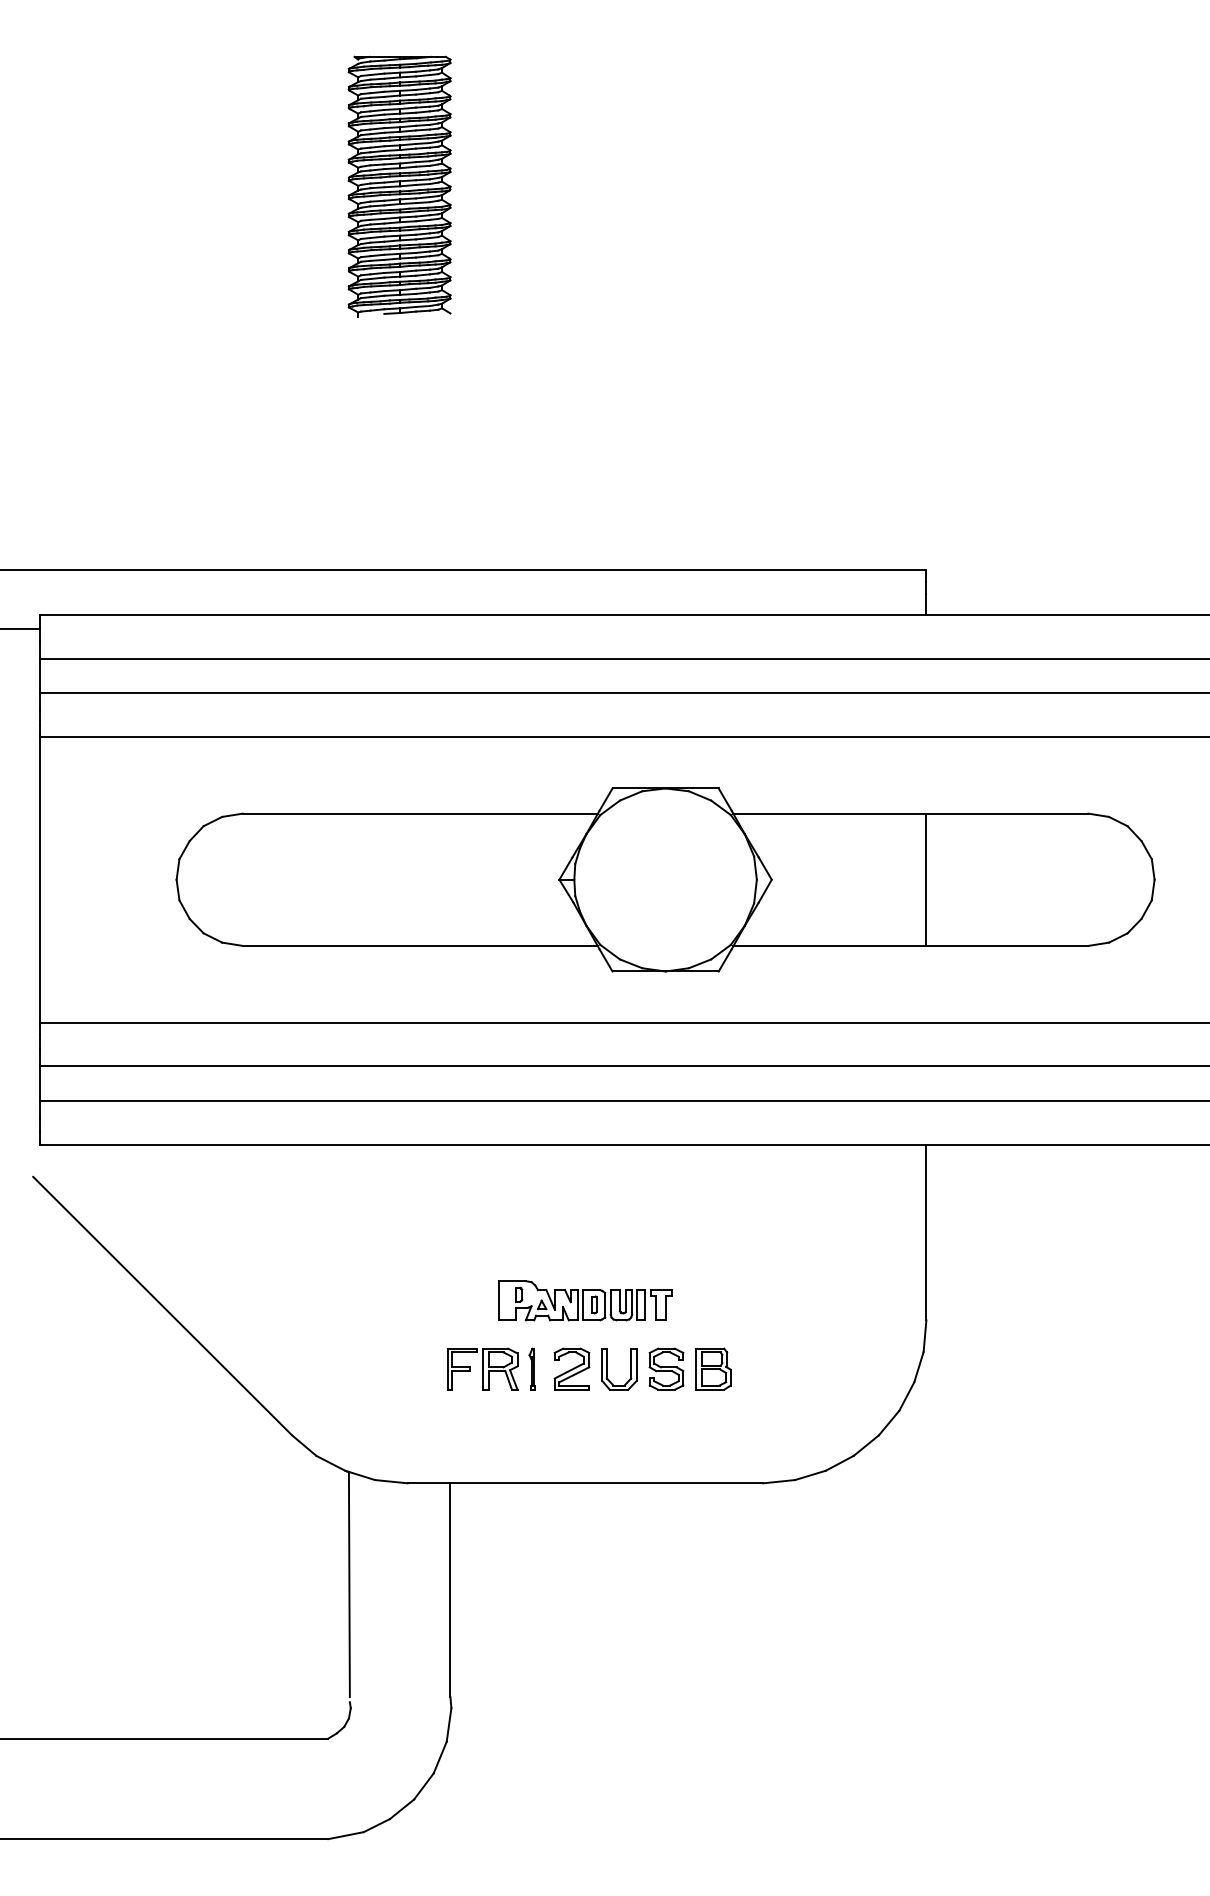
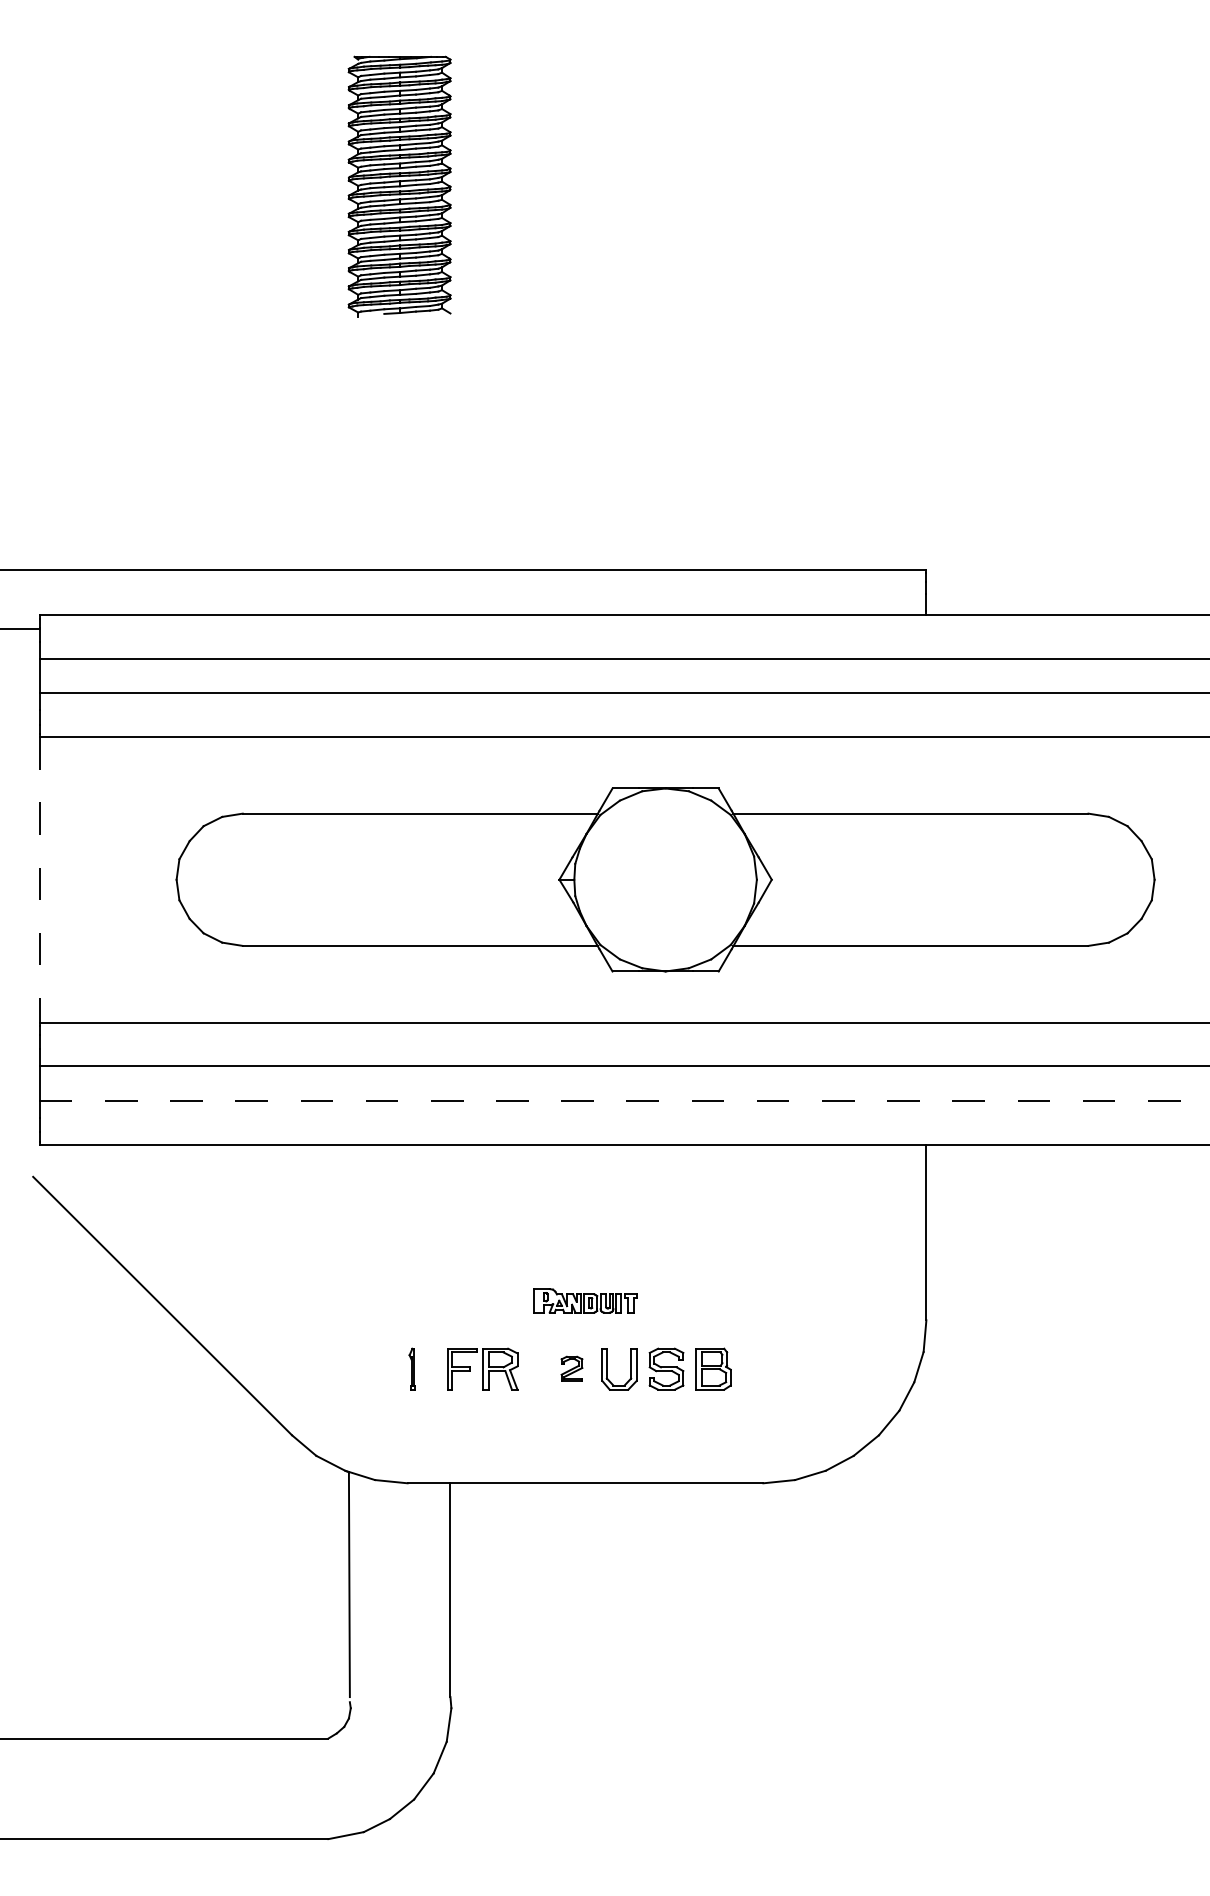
line at (926, 879): present -> none
line at (39, 880): solid -> dashed
line at (624, 1100): solid -> dashed
part at (585, 1300) size: 175x42 px -> 105x26 px
part at (531, 1368) position: (531, 1368) -> (411, 1368)
part at (571, 1368) size: 38x44 px -> 24x27 px
